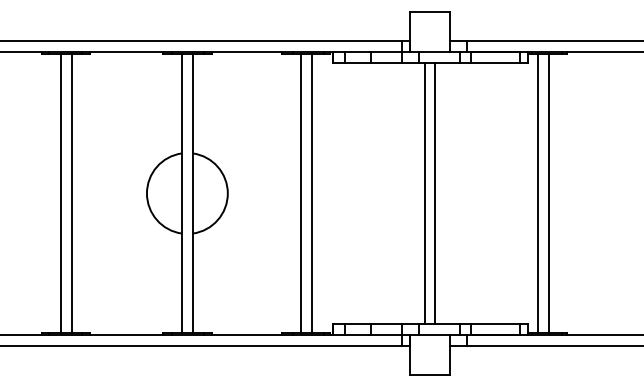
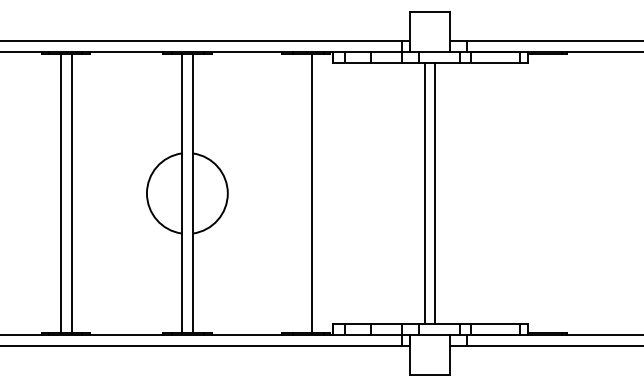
line at (300, 193): present -> none
line at (538, 193): present -> none
line at (549, 193): present -> none
